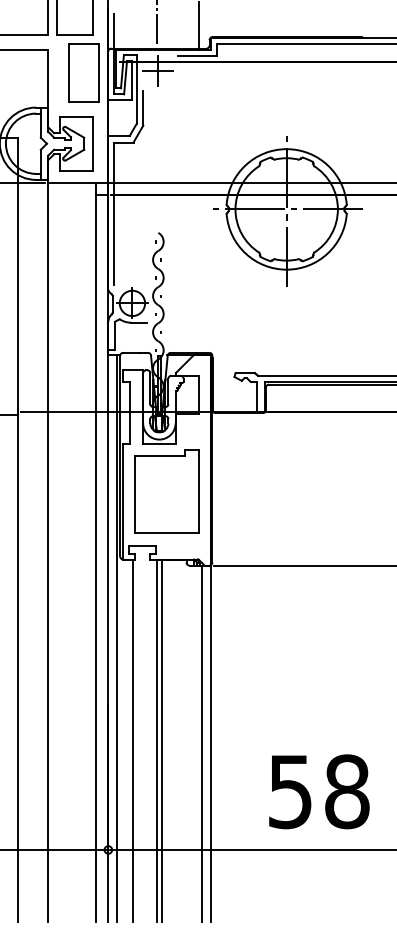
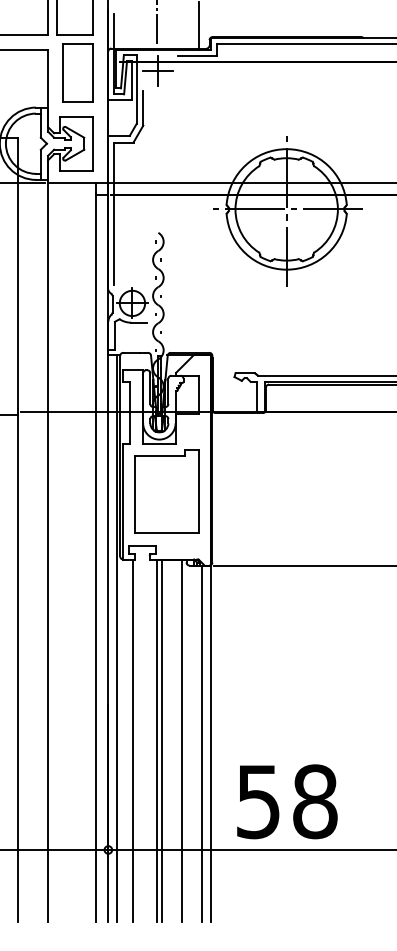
part at (83, 72) position: (83, 72) -> (77, 72)
line at (181, 740): none -> present
text at (319, 791) position: (319, 791) -> (287, 801)
